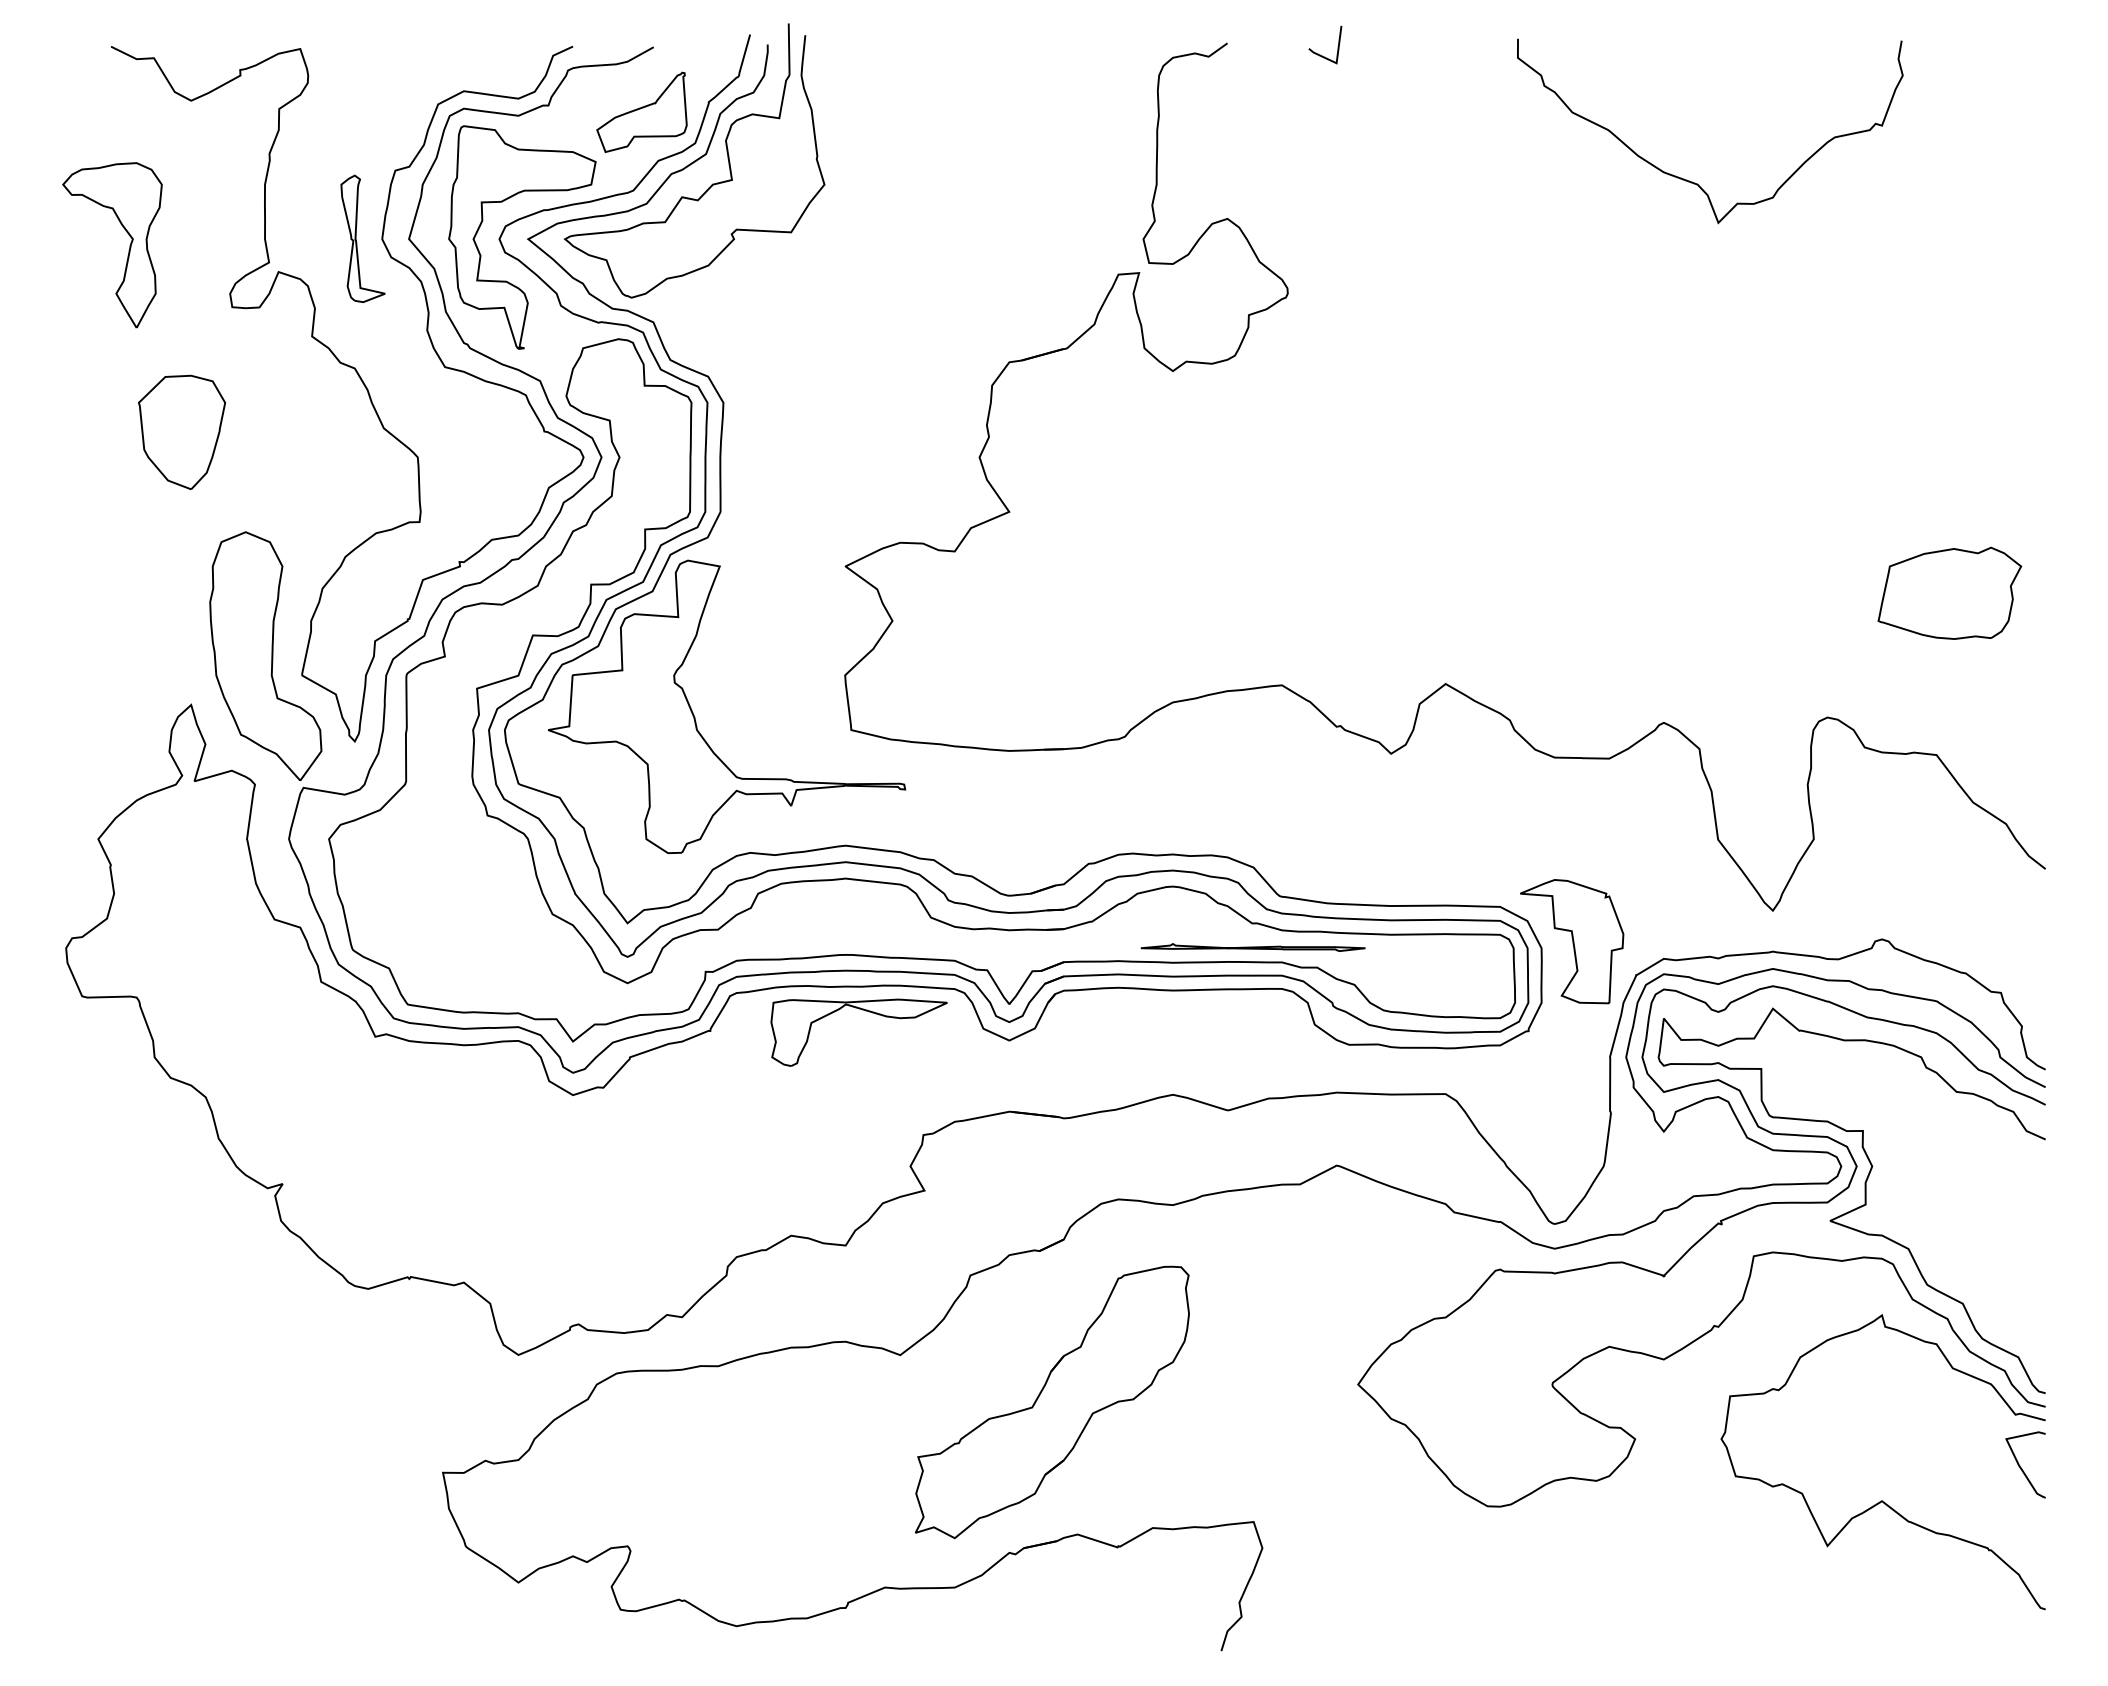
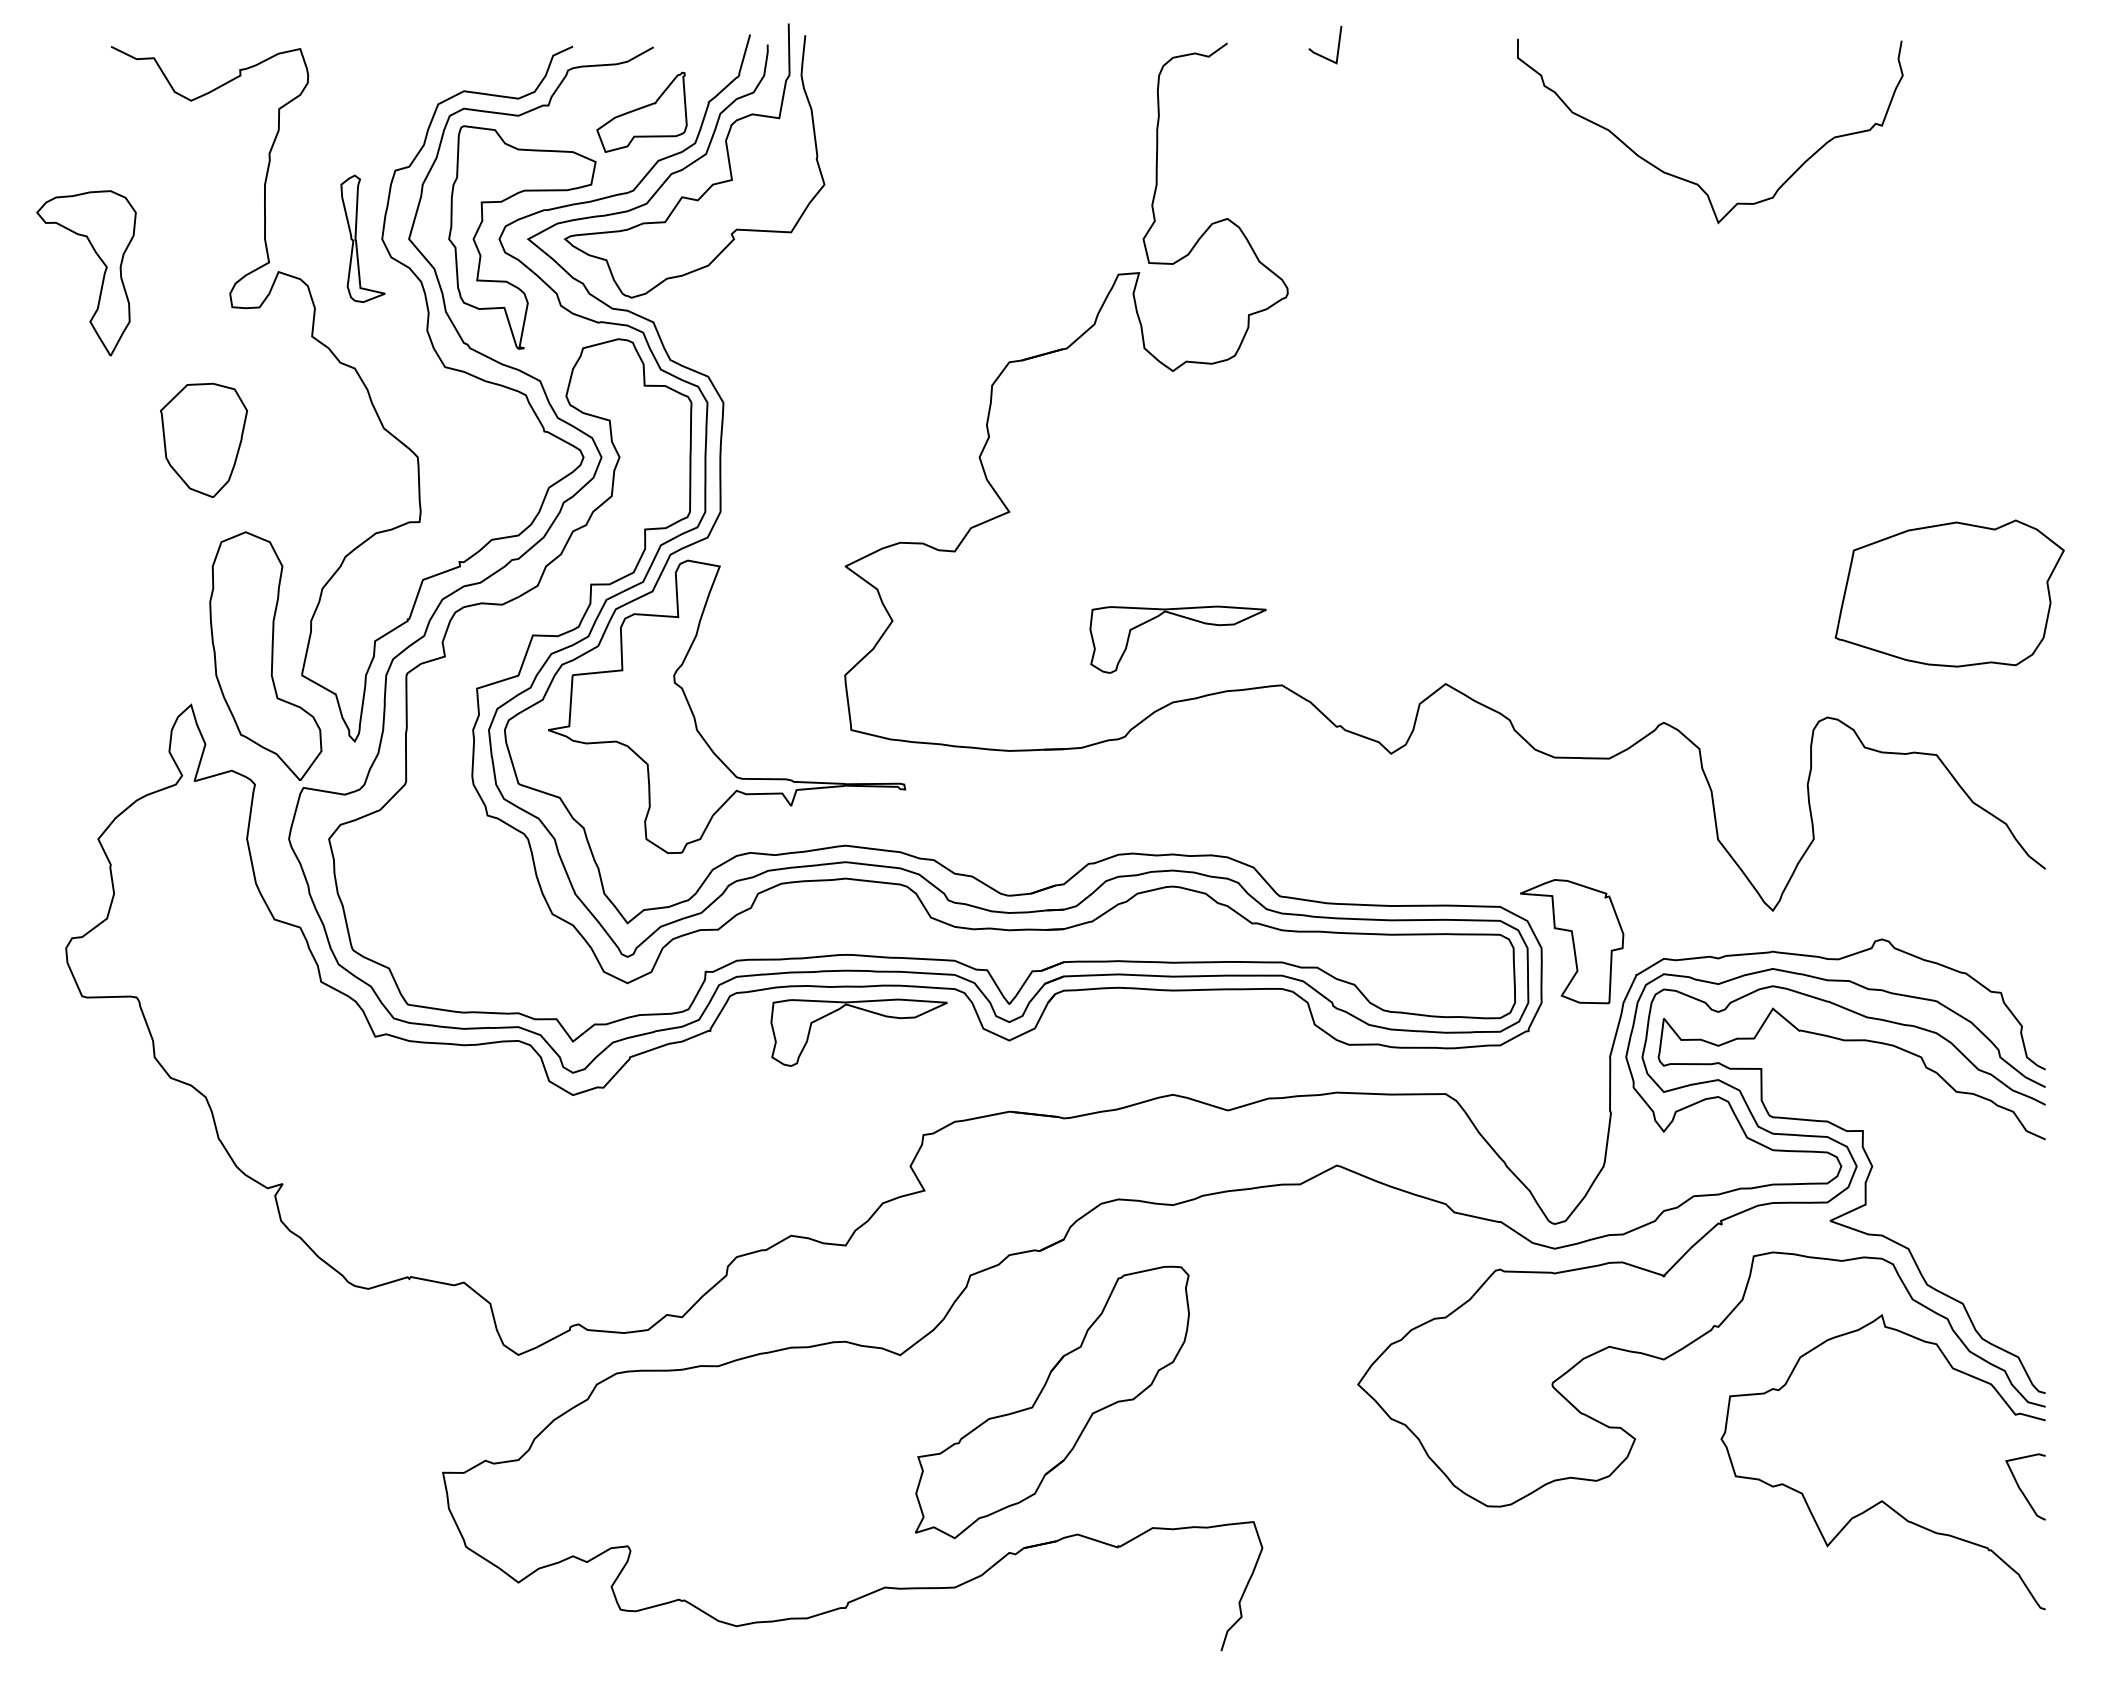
part at (128, 250) position: (128, 250) -> (102, 278)
part at (181, 431) position: (181, 431) -> (203, 439)
part at (1949, 592) size: 146x94 px -> 231x149 px
part at (1184, 618): none -> present
part at (1252, 947): present -> none
curve at (2021, 1467) position: (2021, 1467) -> (2021, 1489)
